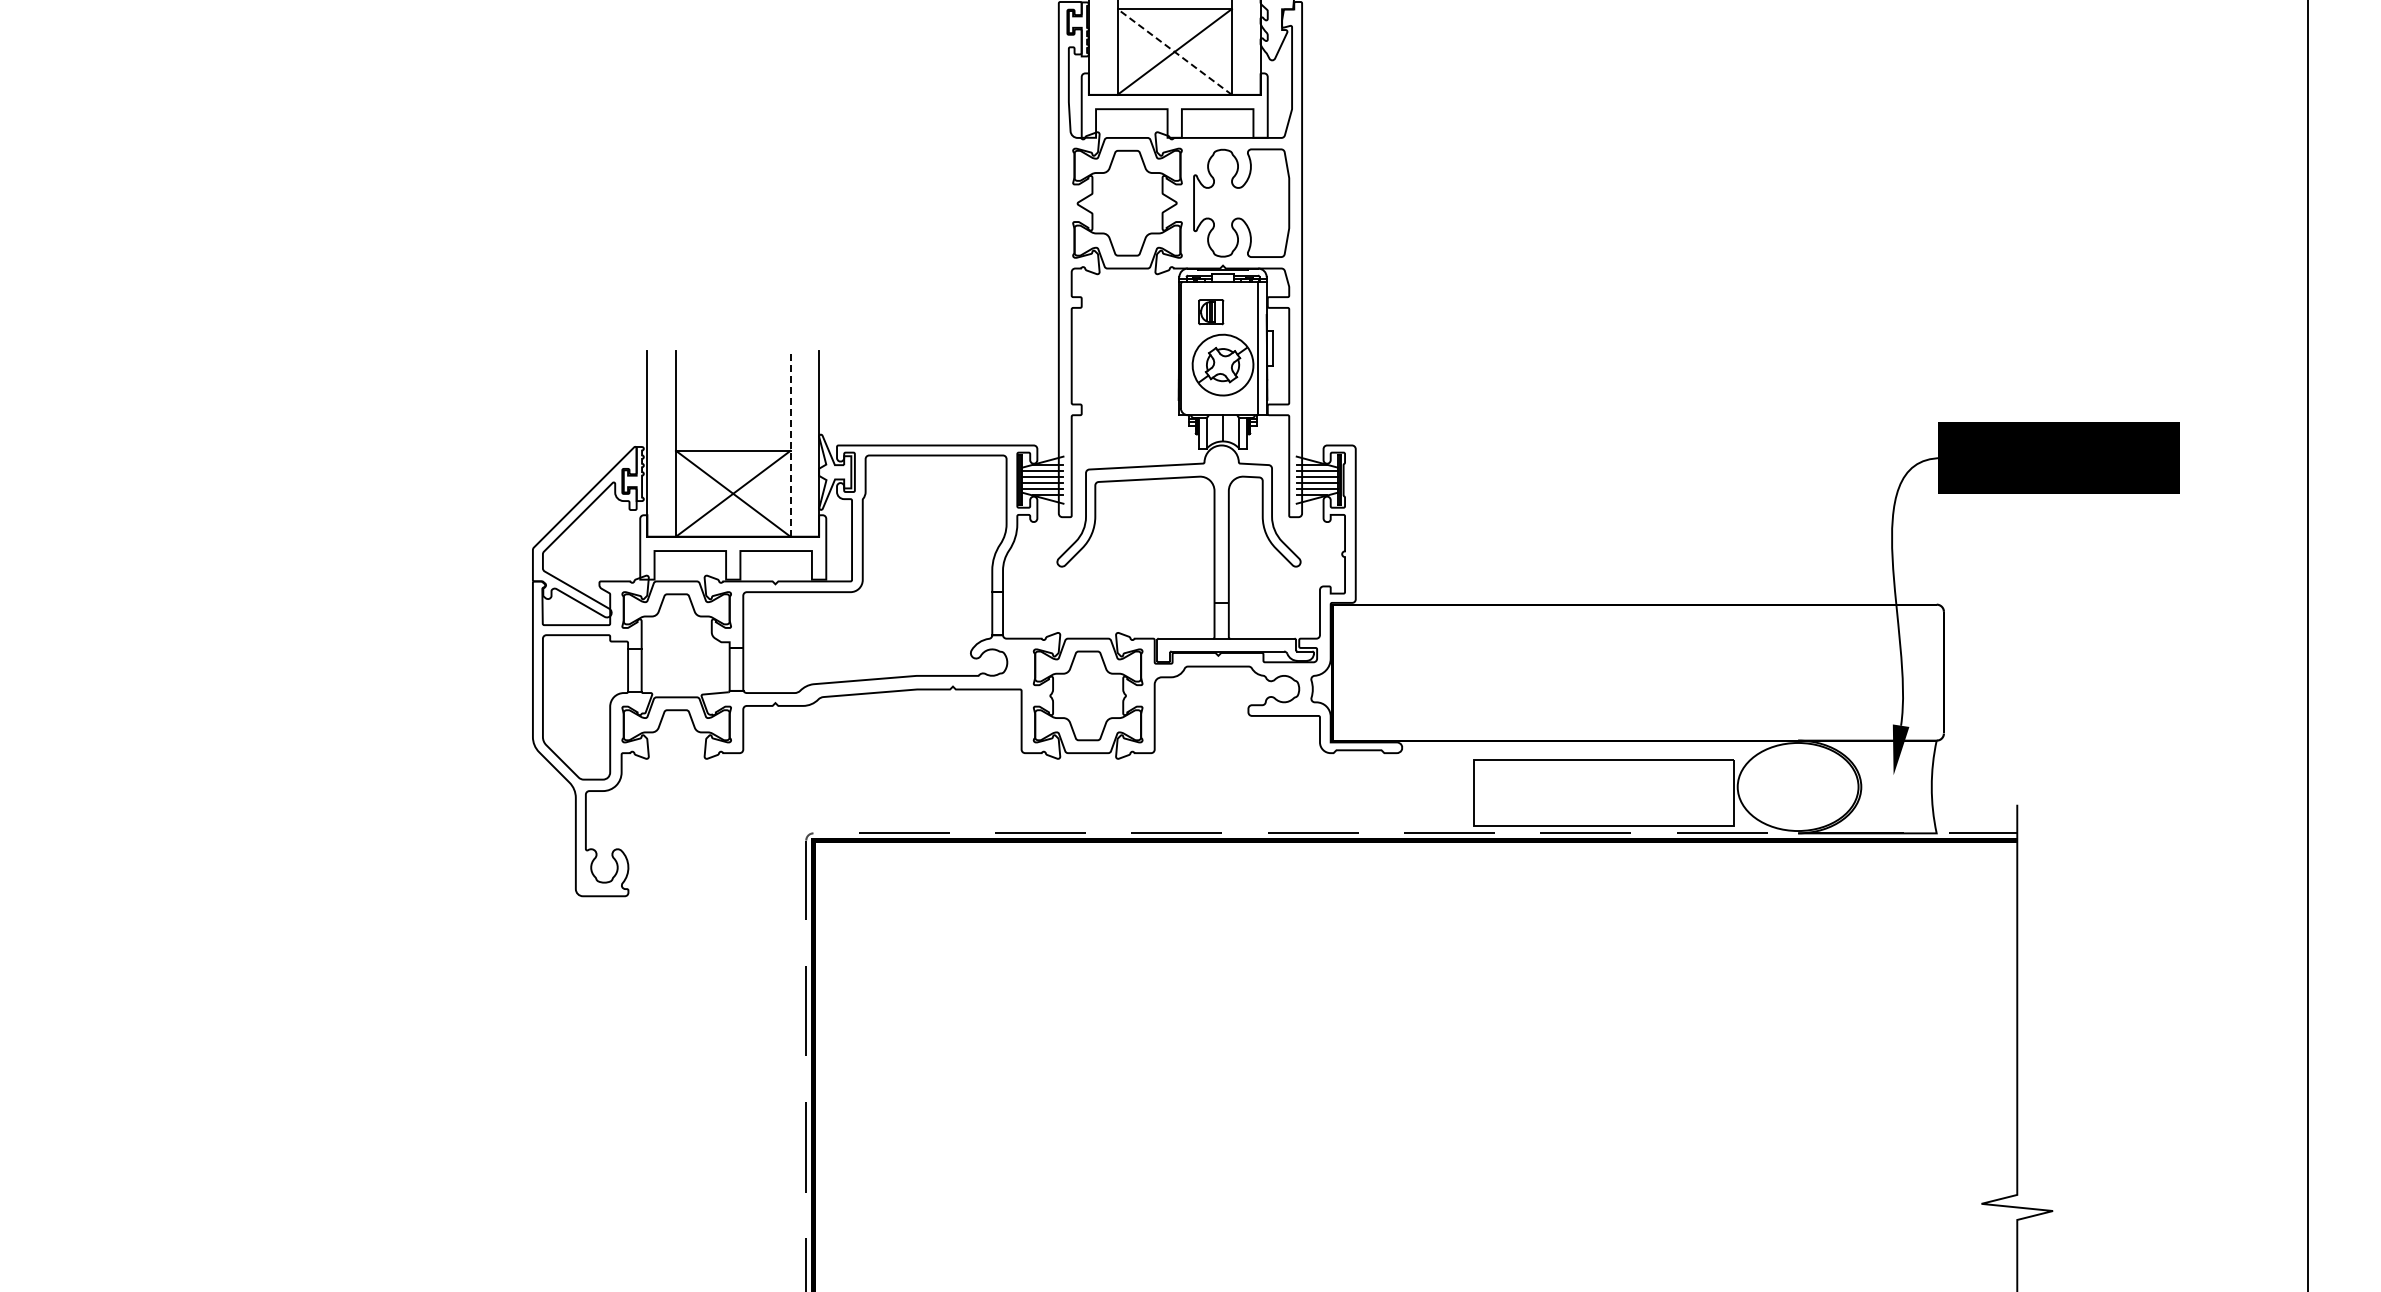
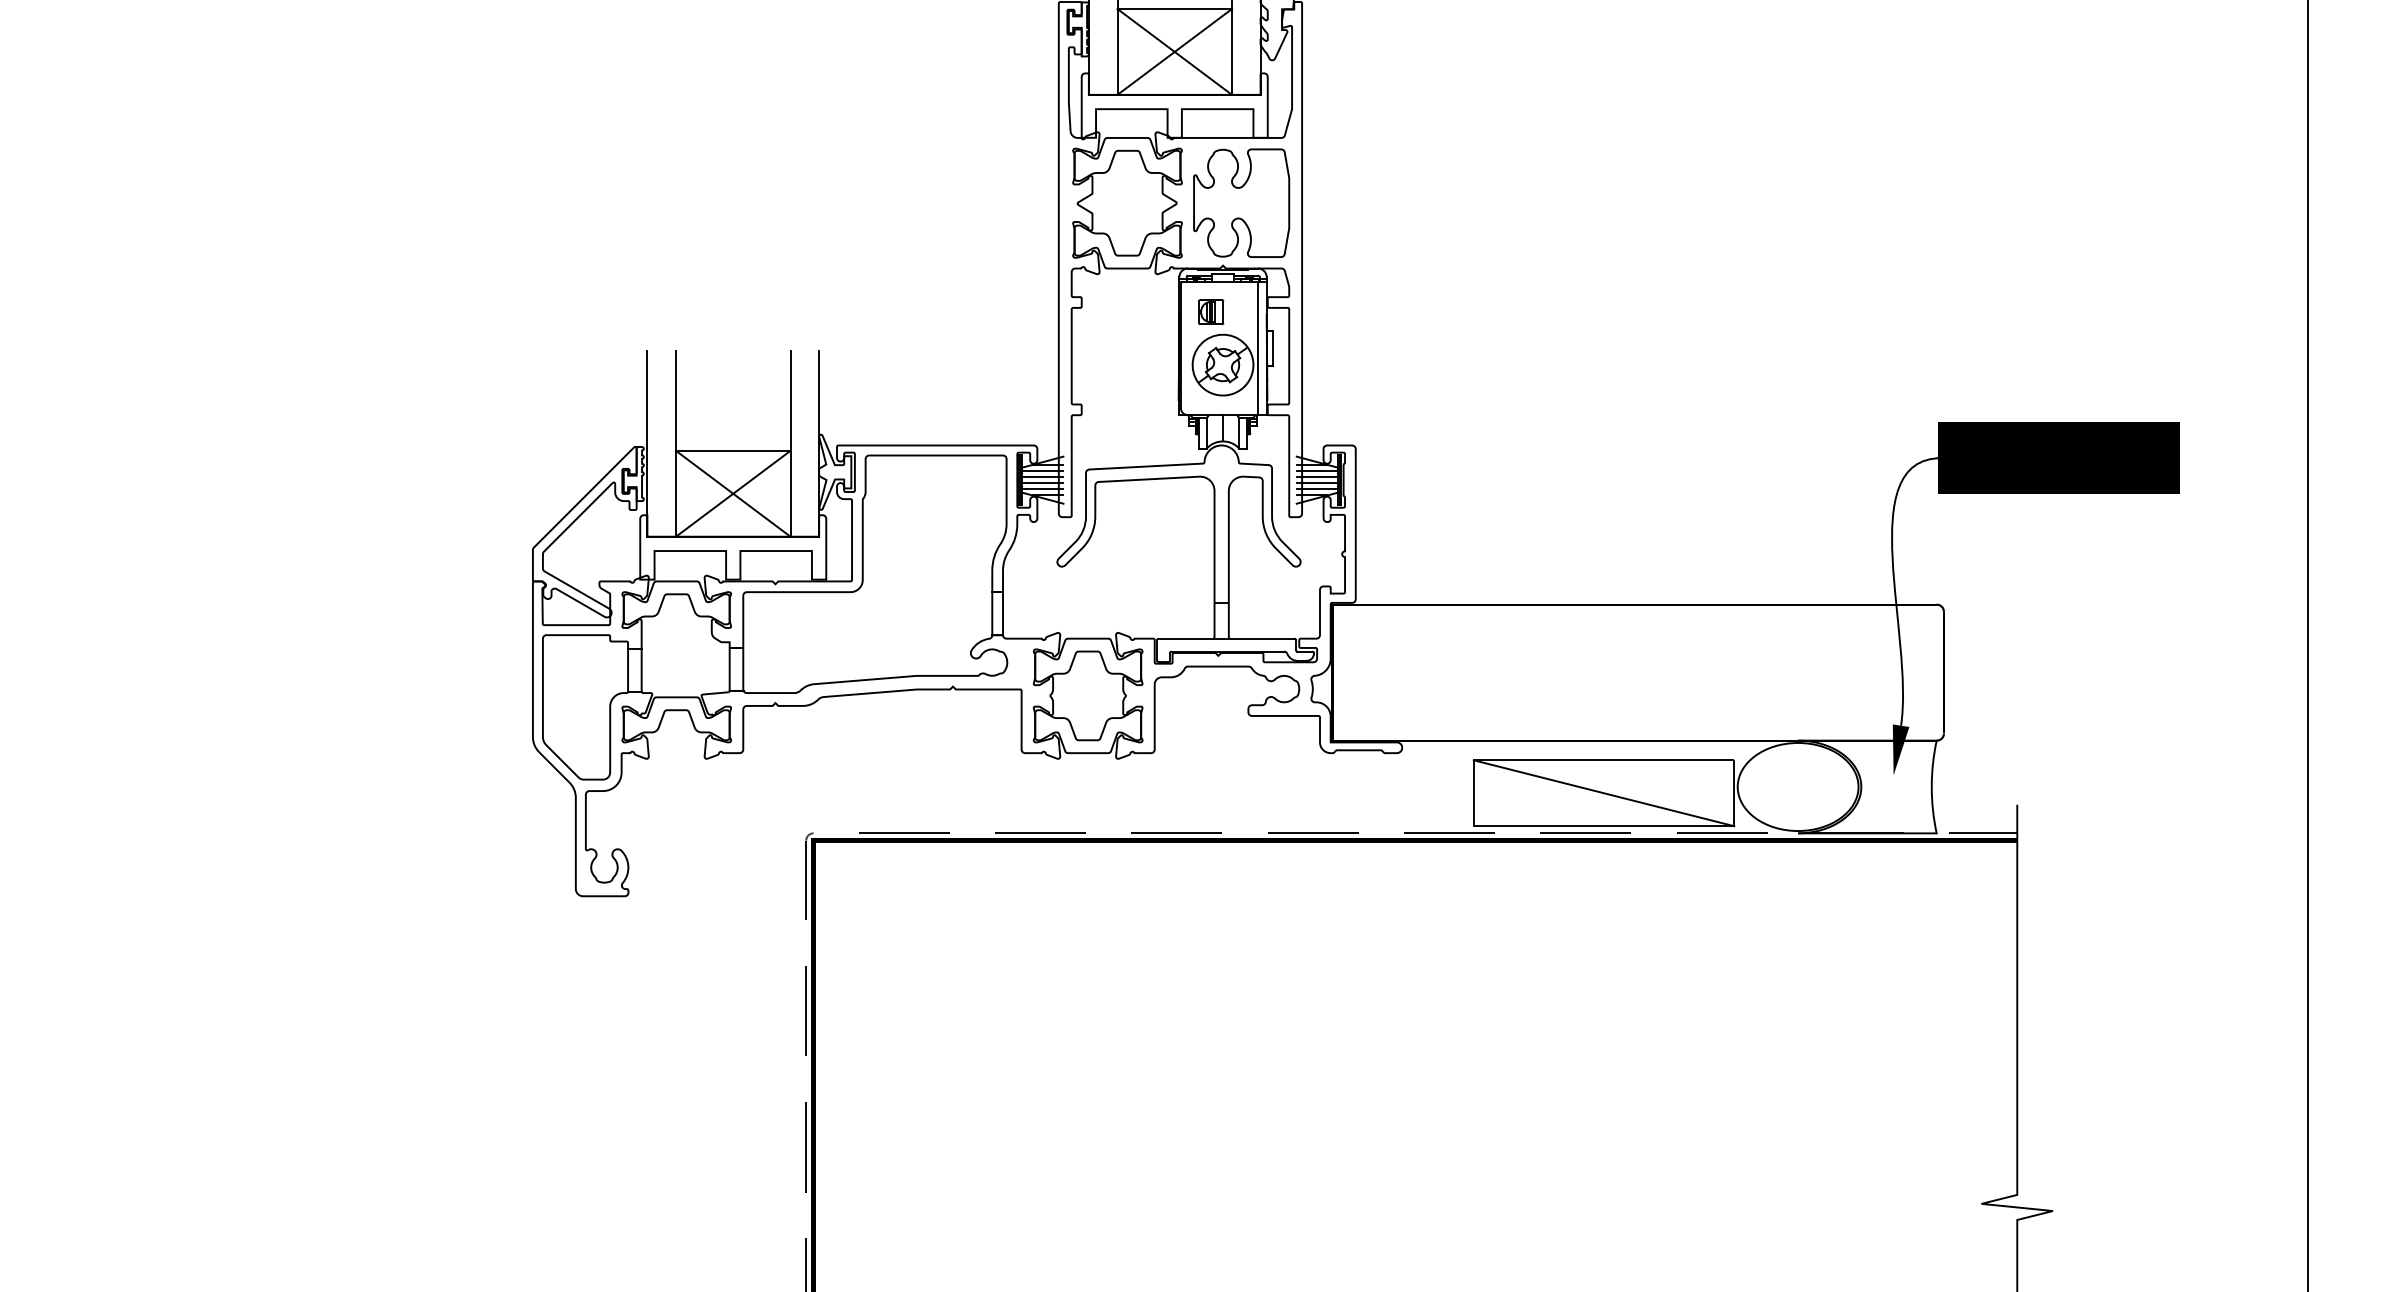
line at (1174, 51): dashed -> solid
line at (790, 443): dashed -> solid
line at (1603, 793): none -> present
